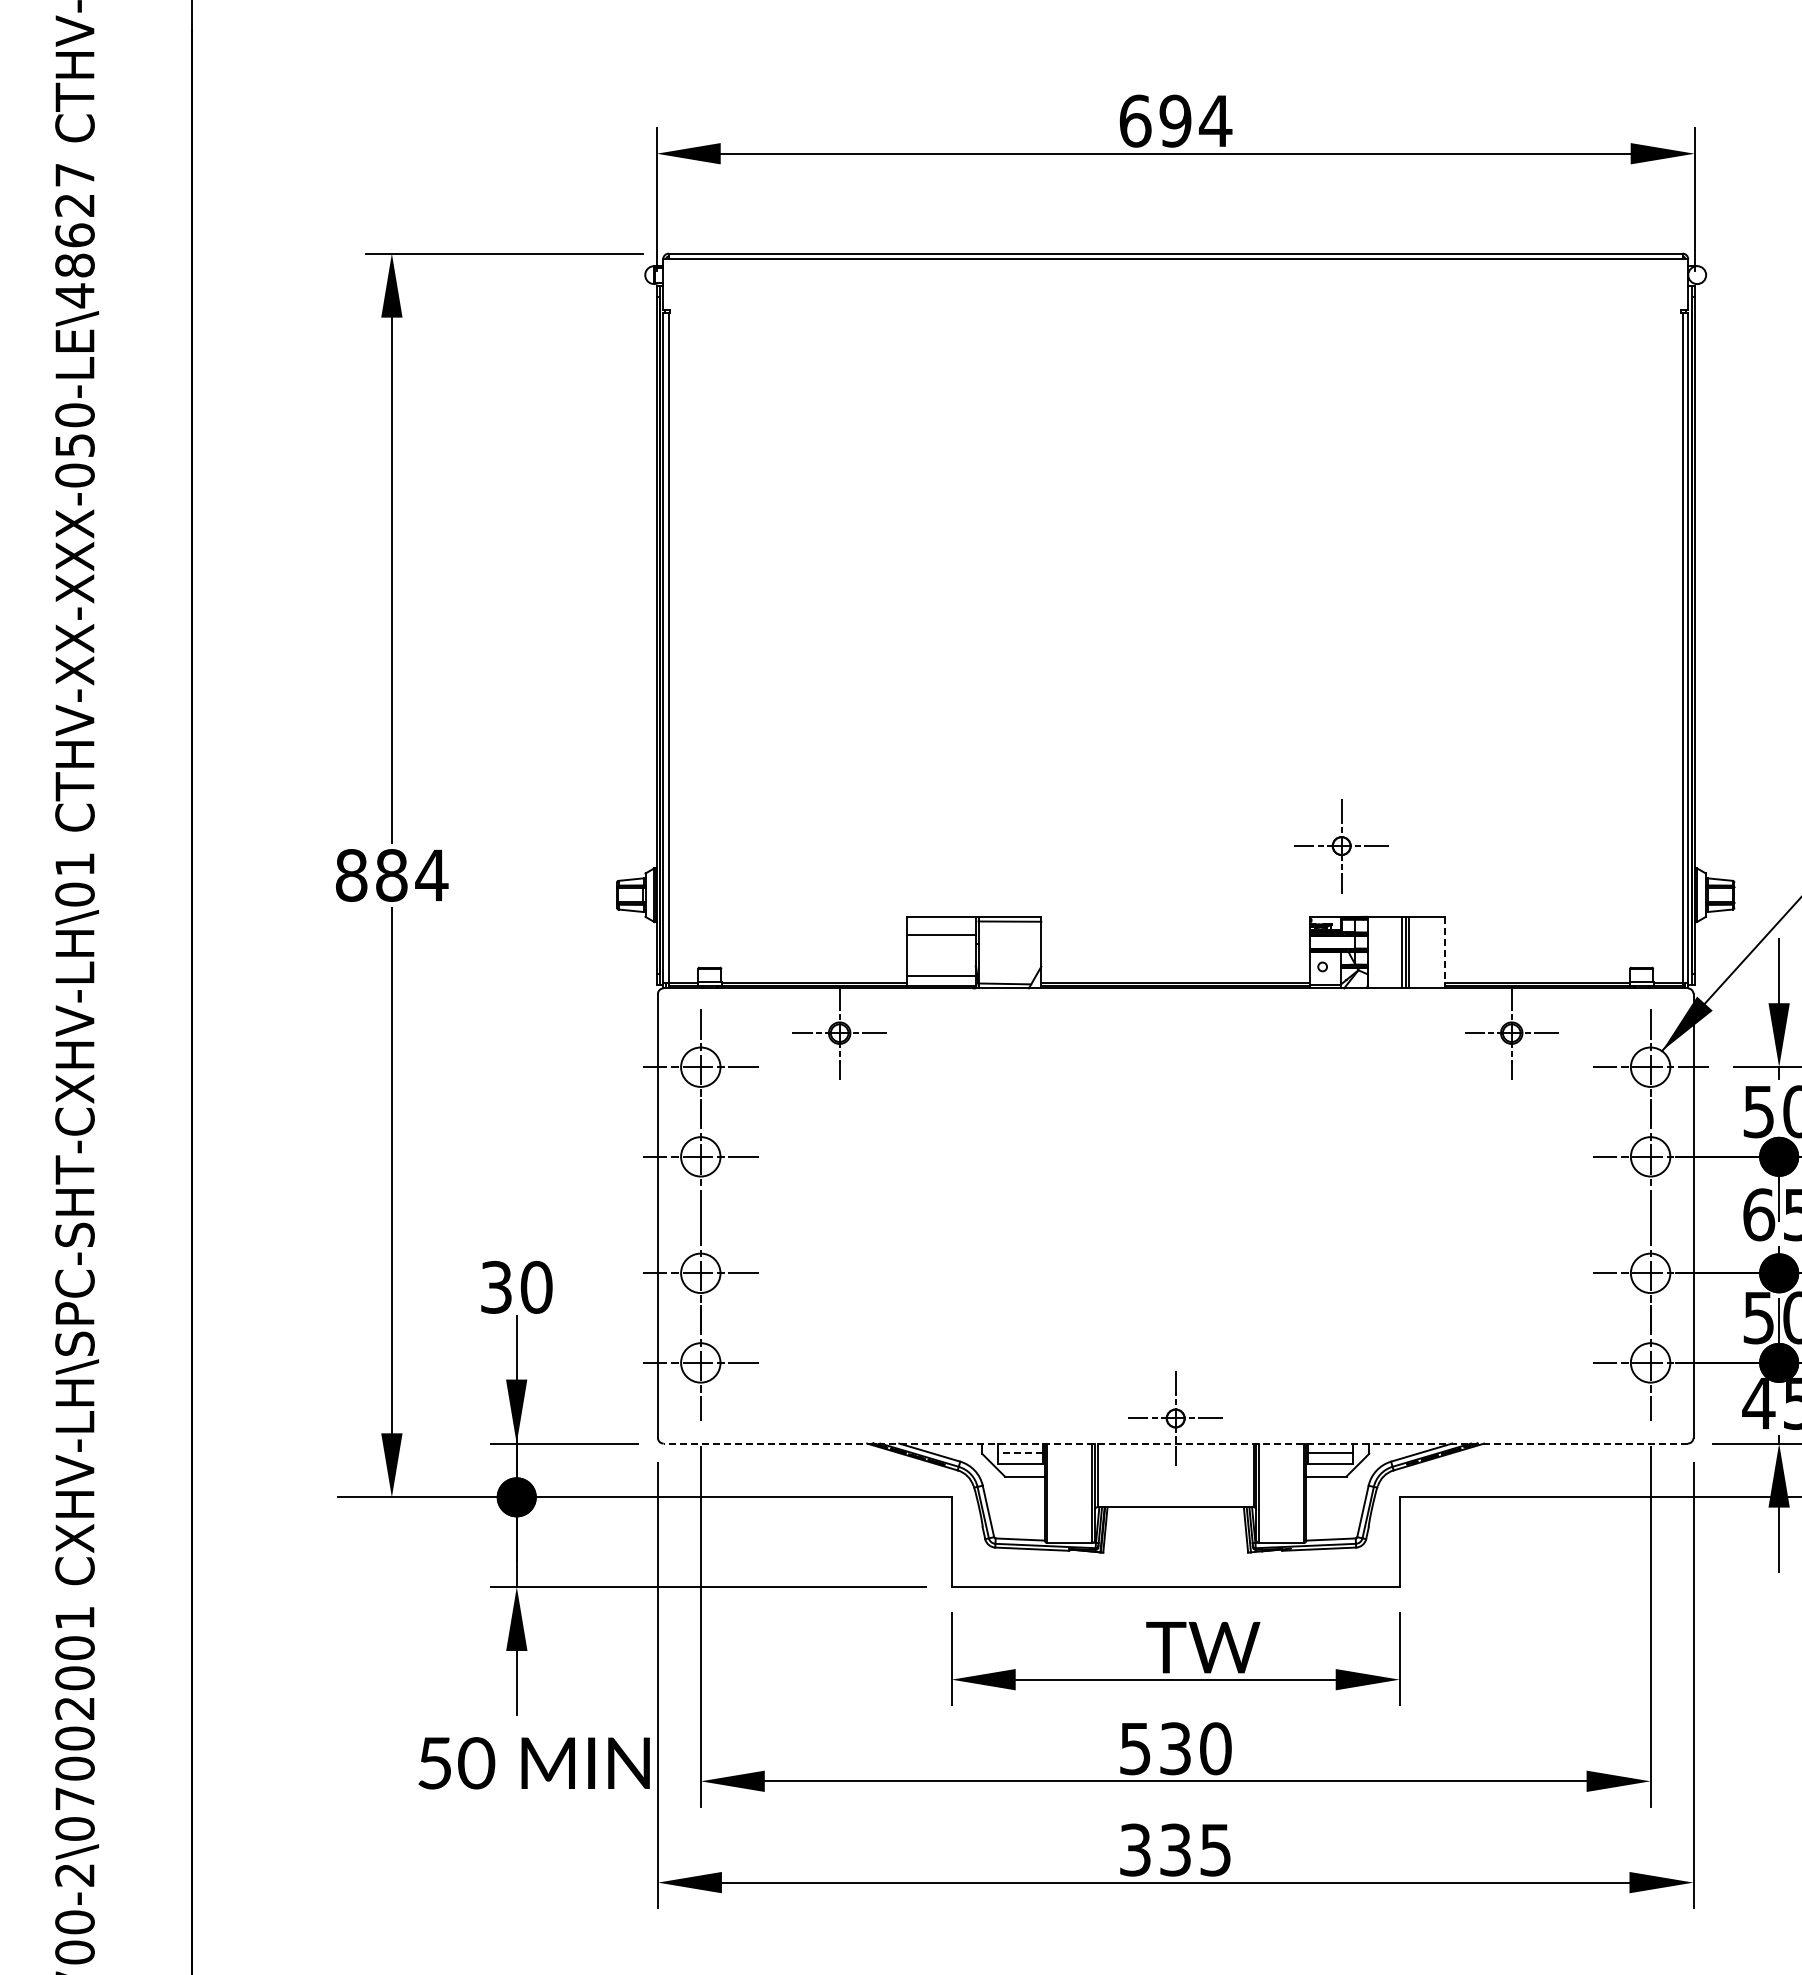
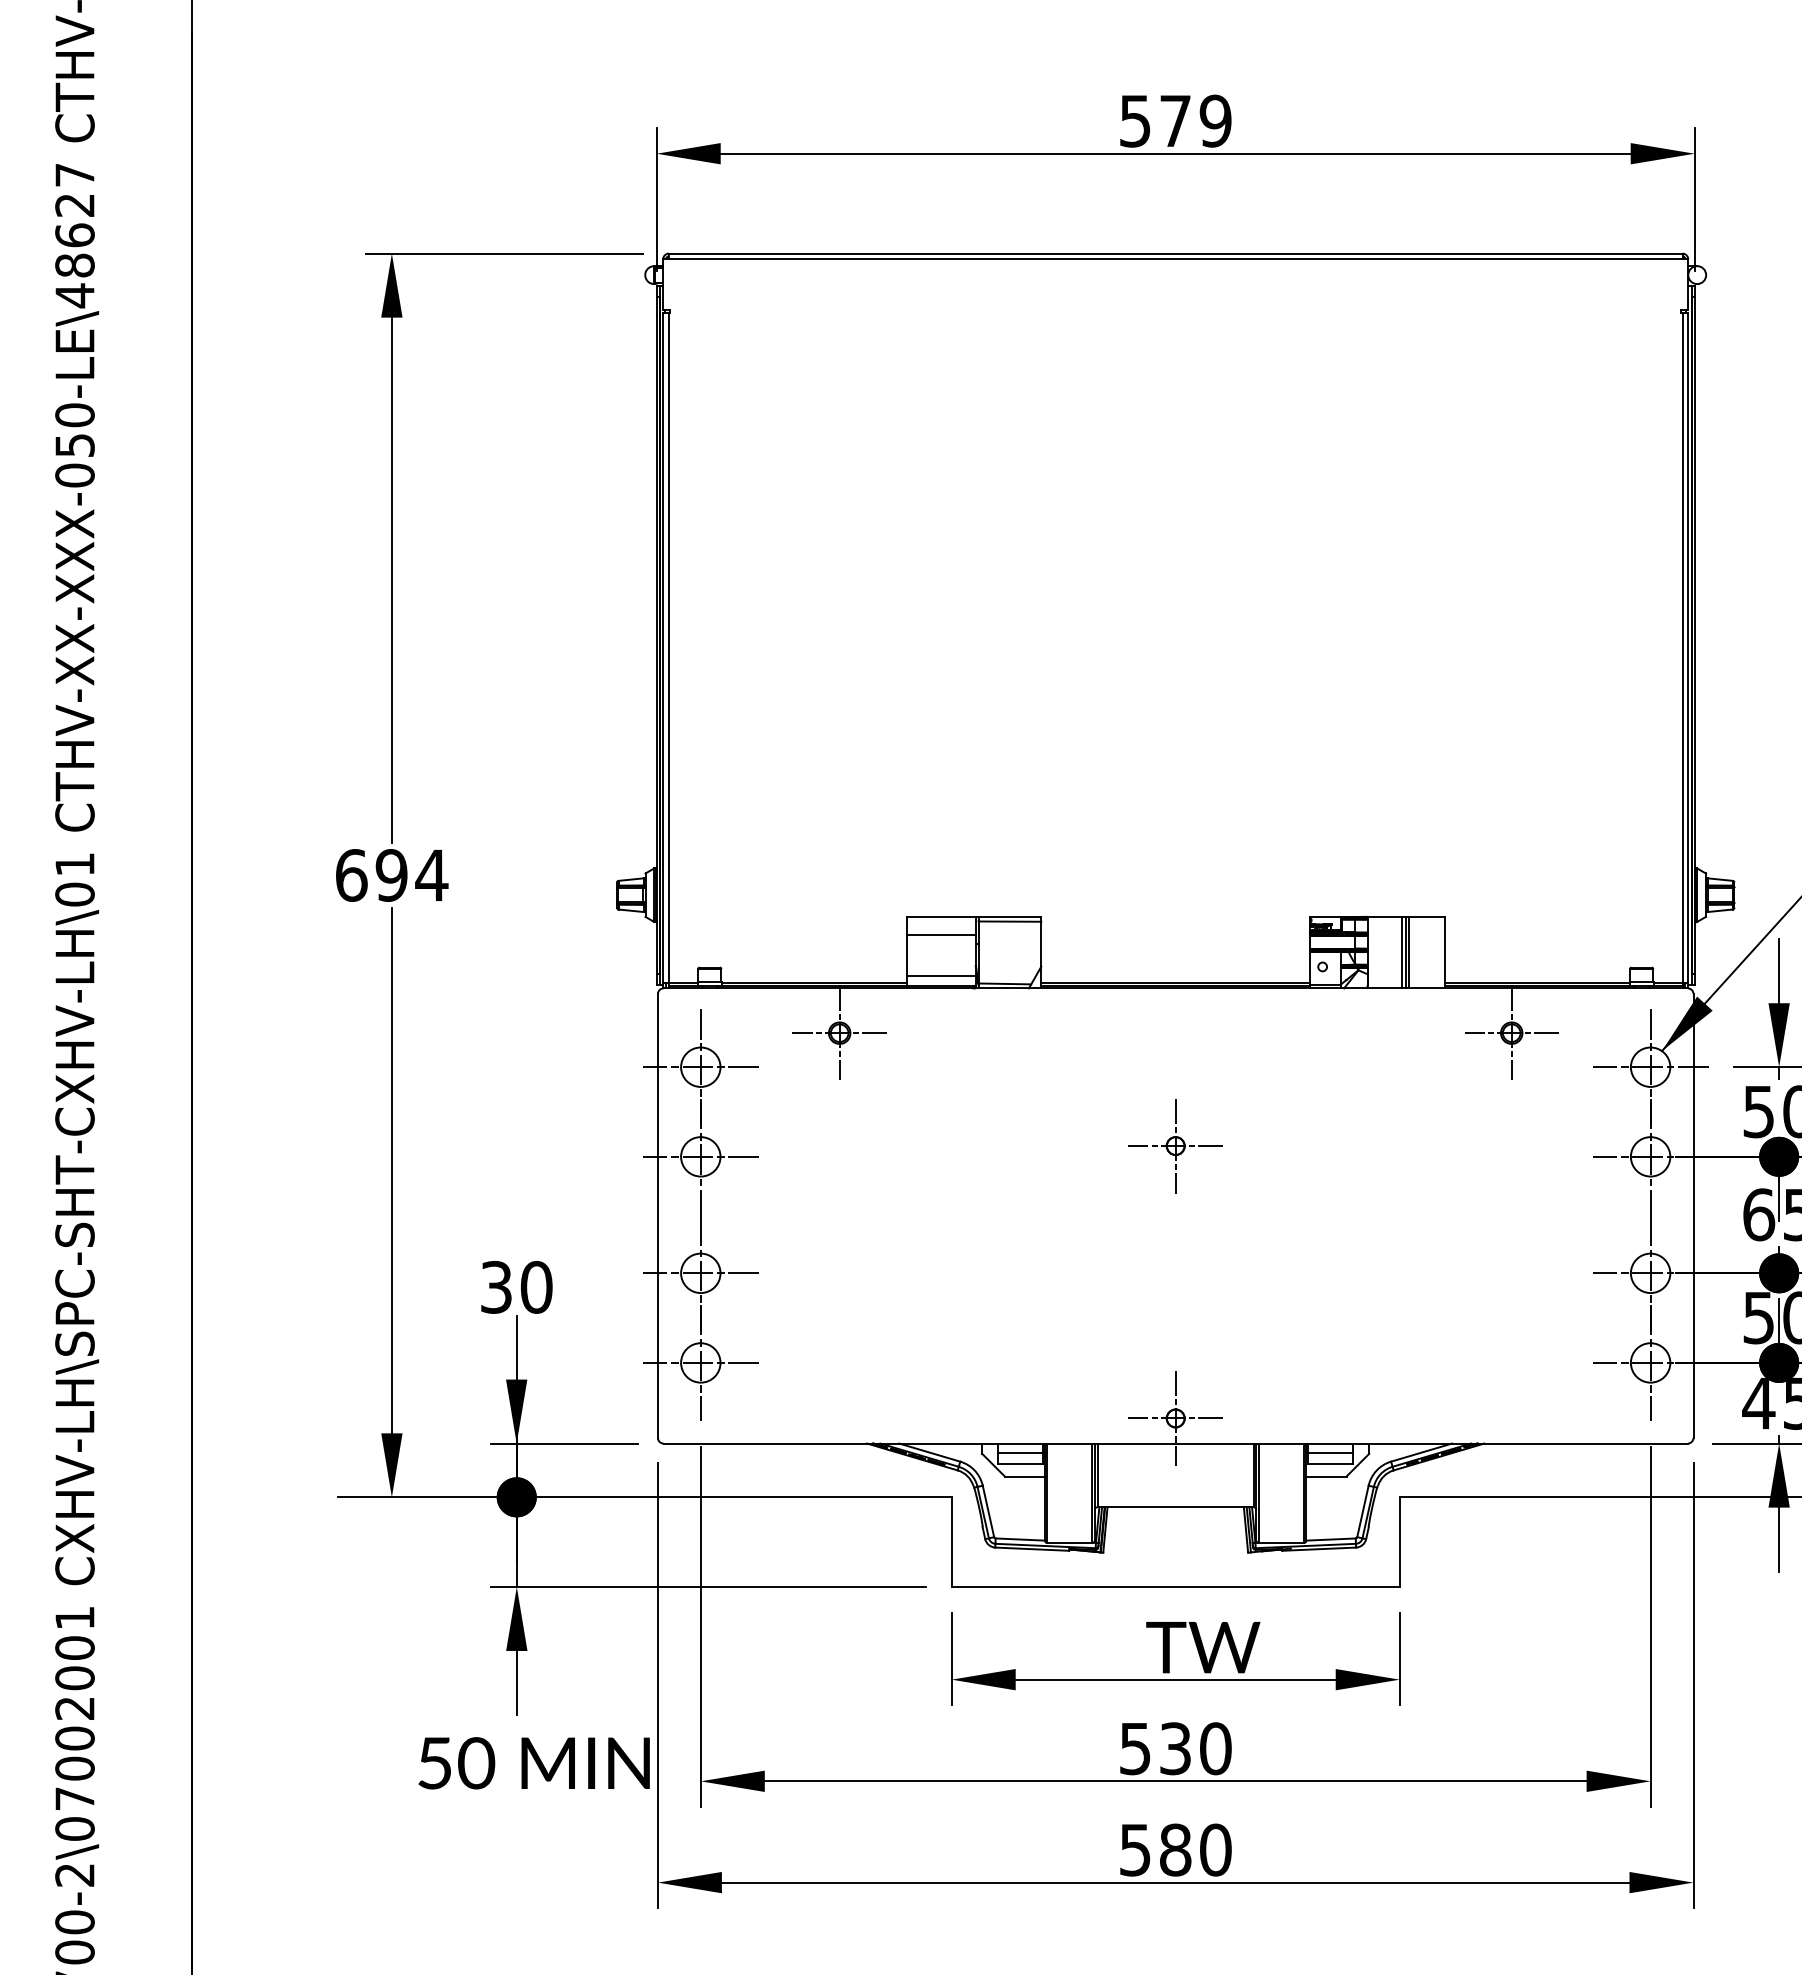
text at (1175, 120): 694 -> 579
part at (1341, 846) position: (1341, 846) -> (1175, 1146)
text at (371, 875): 884 -> 694
line at (1444, 949): dashed -> solid
line at (1175, 1443): dashed -> solid
line at (1020, 1453): dashed -> solid
text at (1175, 1849): 335 -> 580
